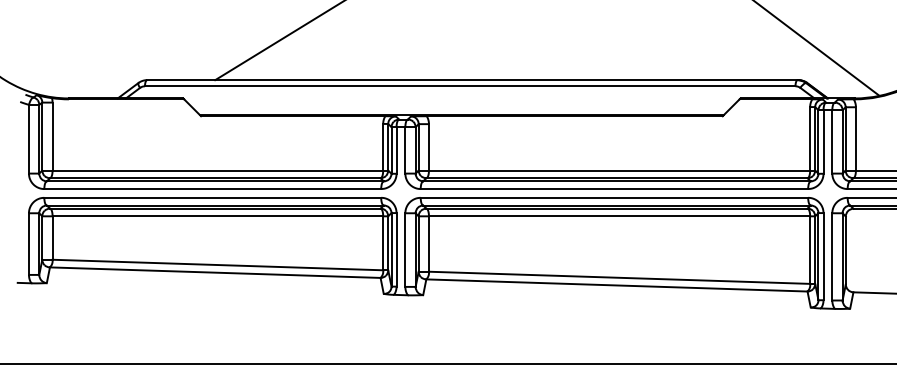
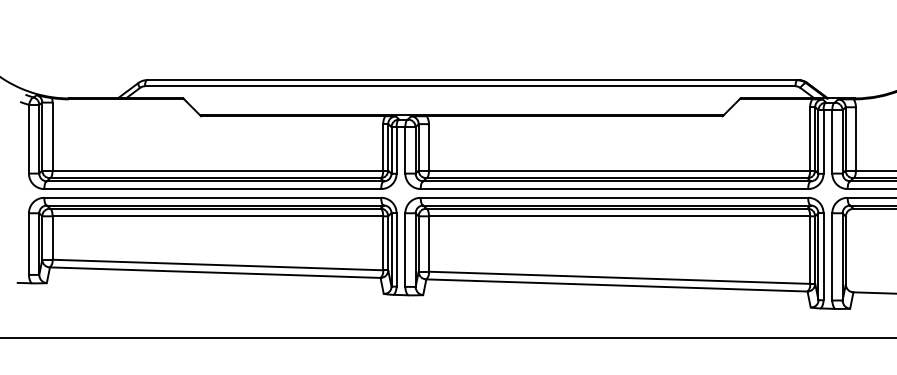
line at (278, 41): present -> none
line at (817, 48): present -> none
line at (447, 363) position: (447, 363) -> (447, 337)
